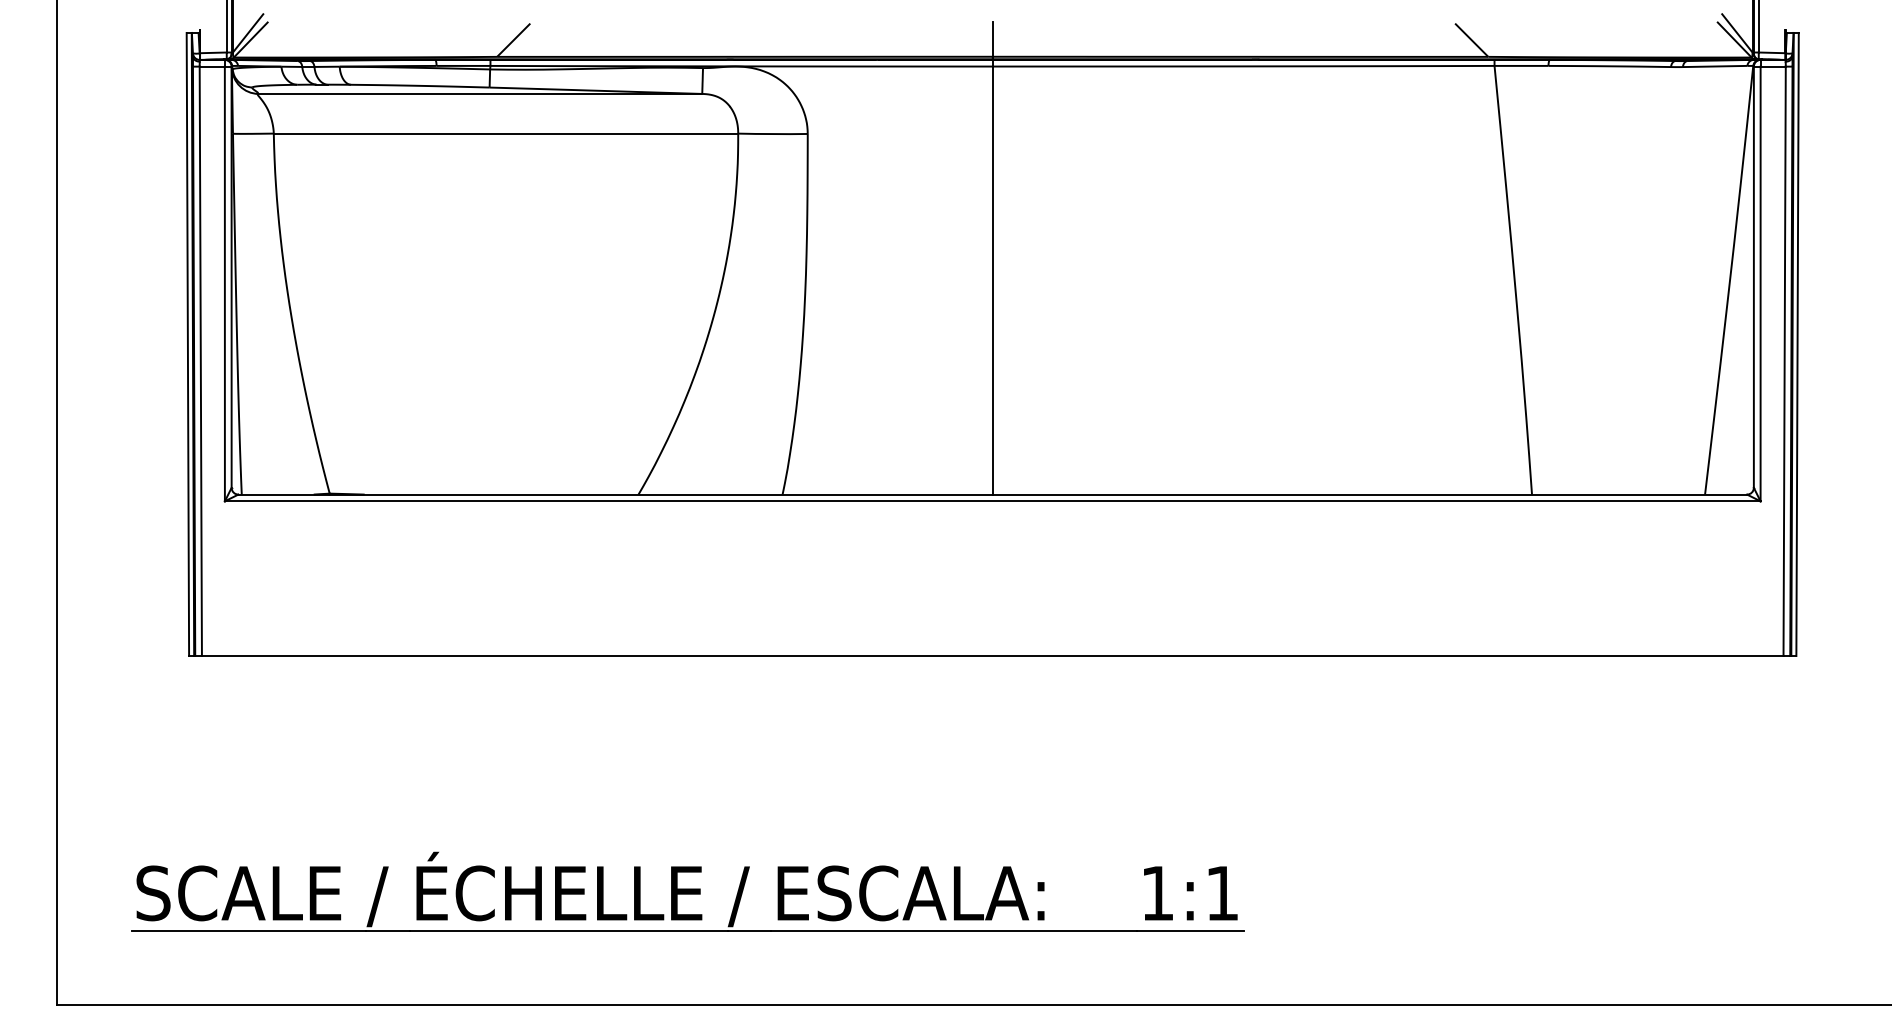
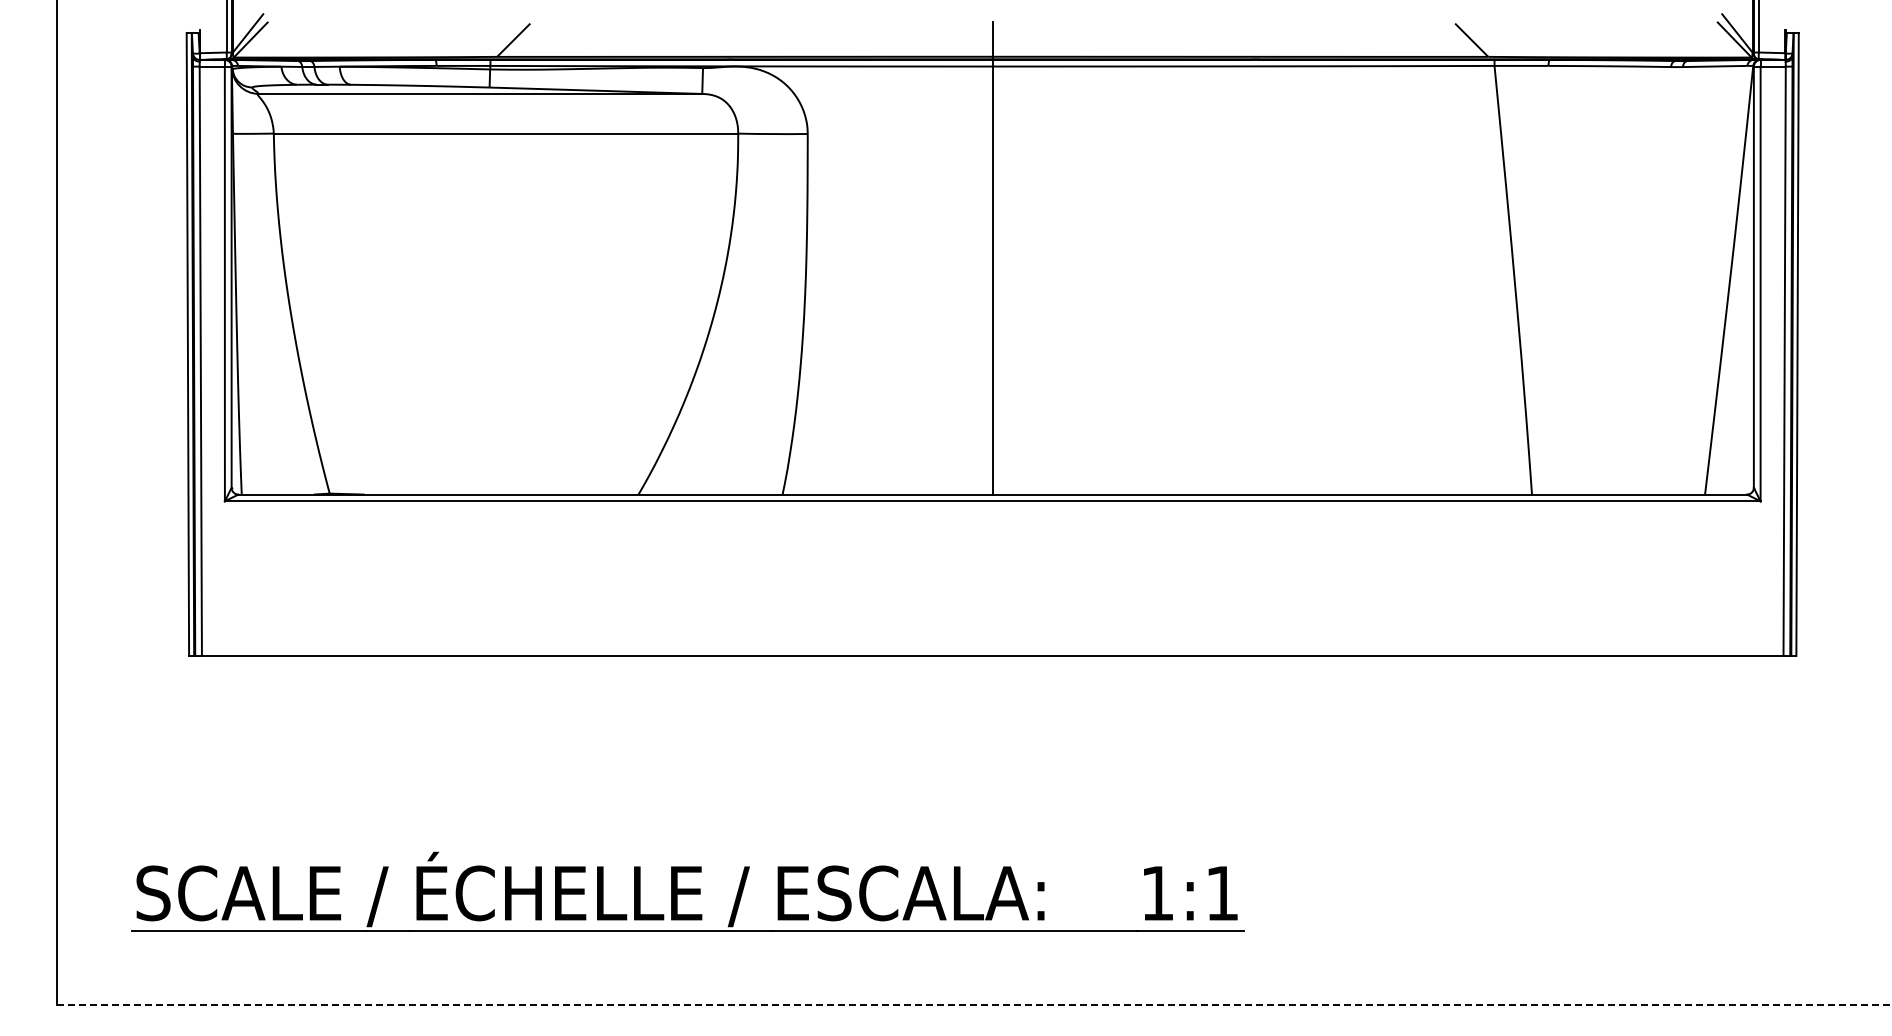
line at (974, 1004): solid -> dashed
